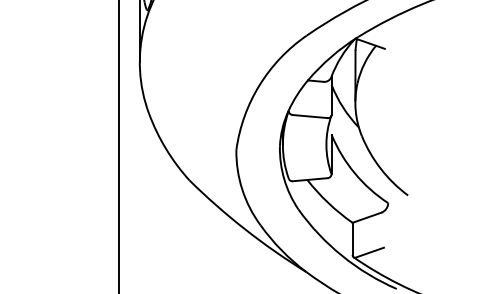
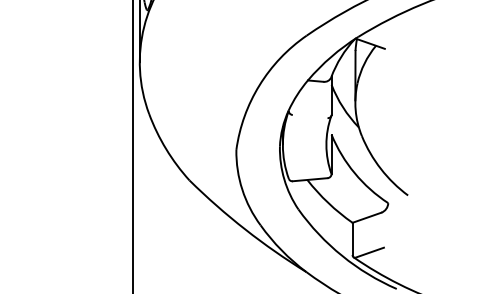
line at (309, 116): present -> none
line at (119, 146) position: (119, 146) -> (133, 146)
